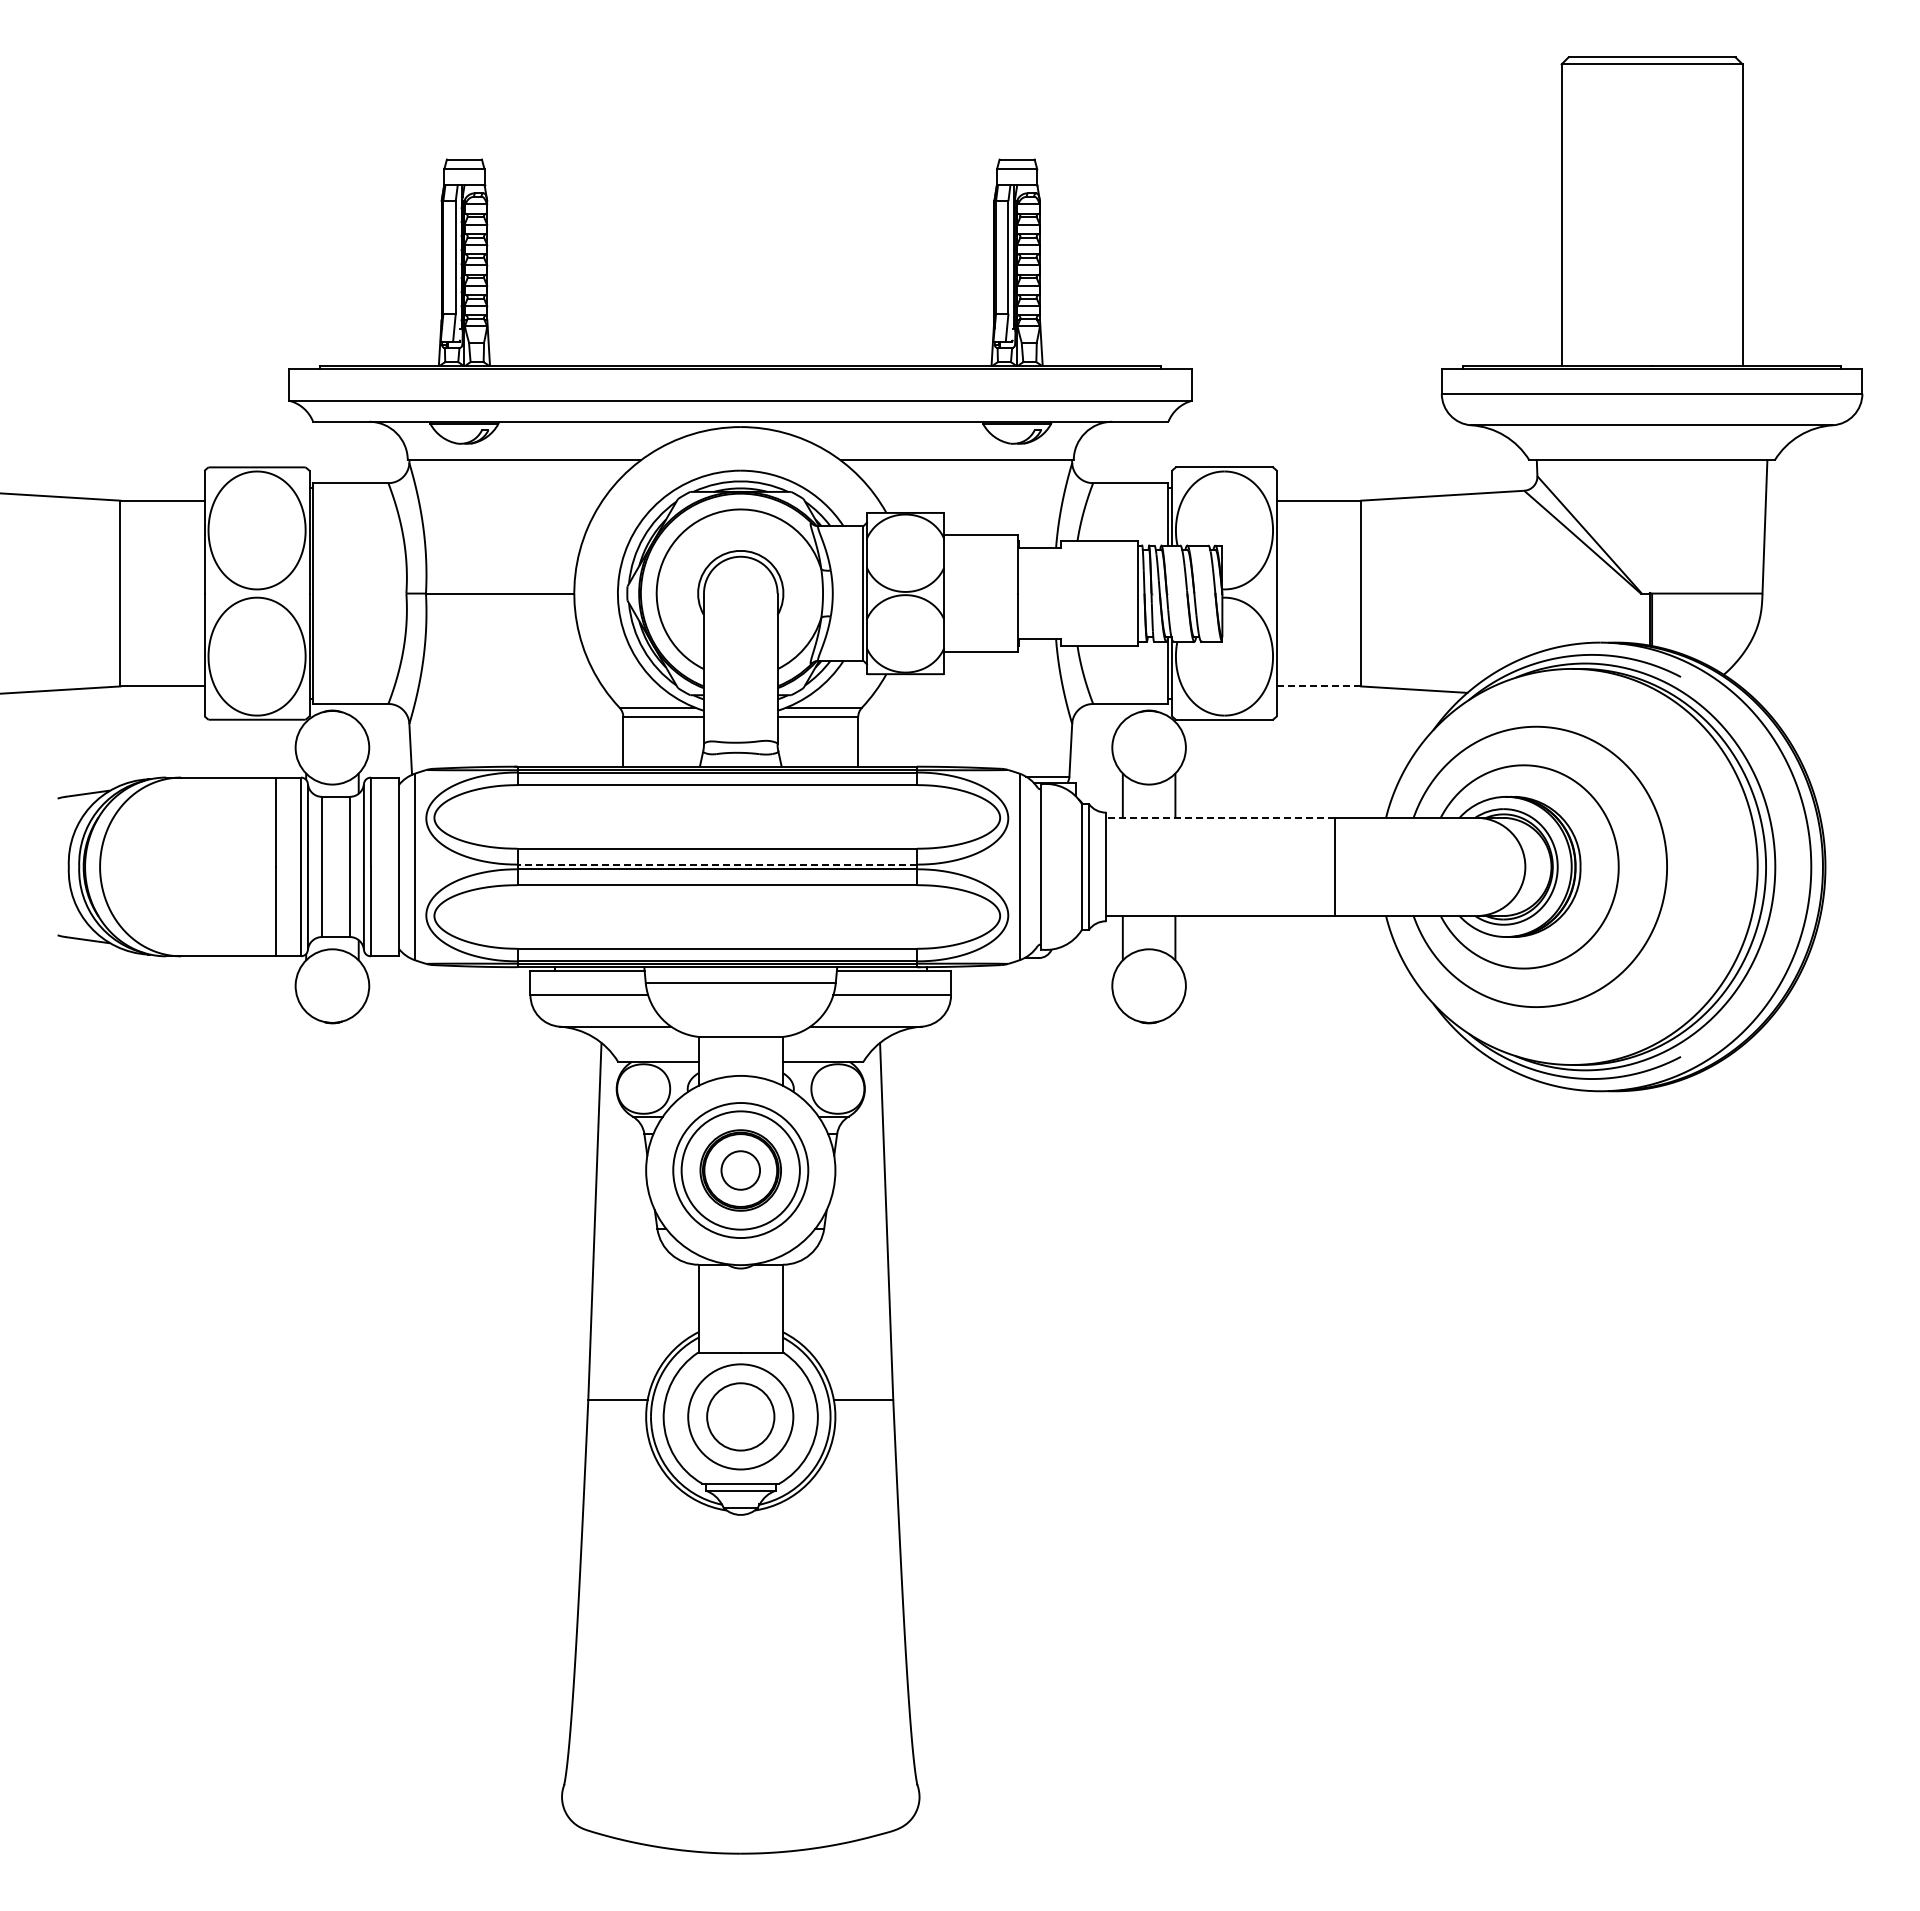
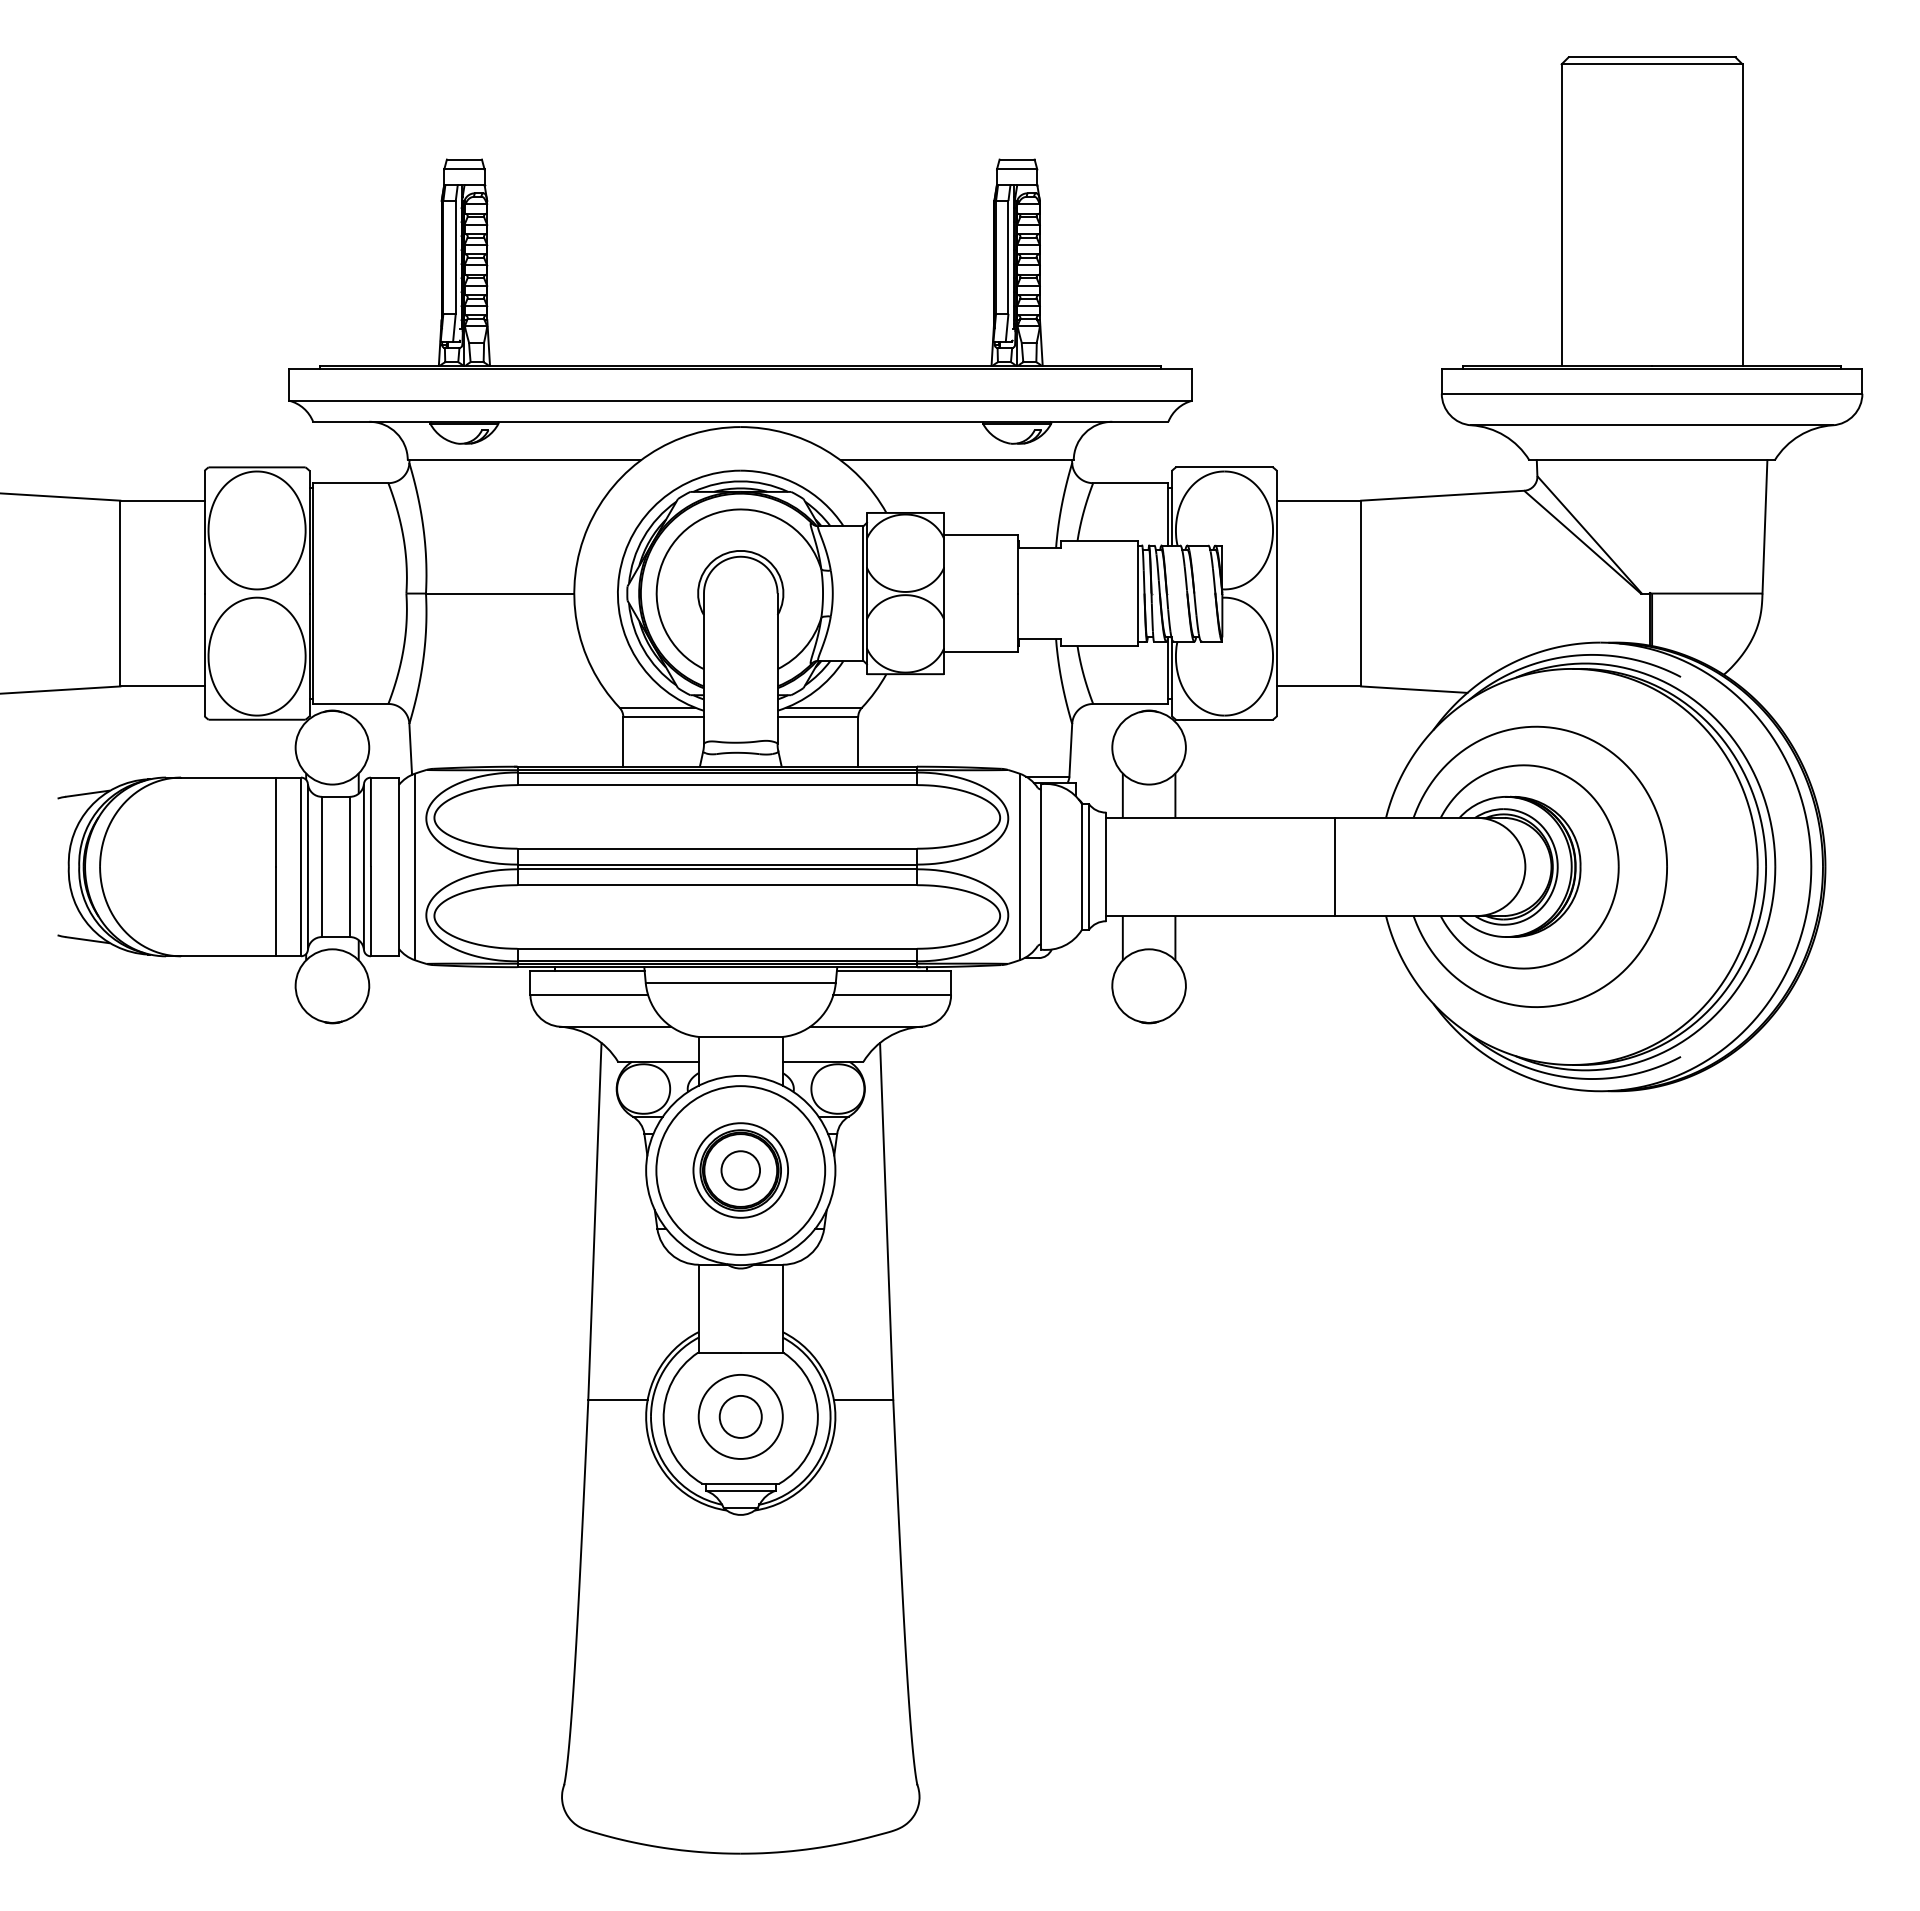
line at (1319, 686): dashed -> solid
line at (1220, 817): dashed -> solid
line at (717, 864): dashed -> solid
circle at (740, 1170) diameter: 118 px -> 95 px
circle at (740, 1170) diameter: 135 px -> 169 px
circle at (740, 1416) diameter: 105 px -> 84 px
circle at (740, 1416) diameter: 67 px -> 42 px
